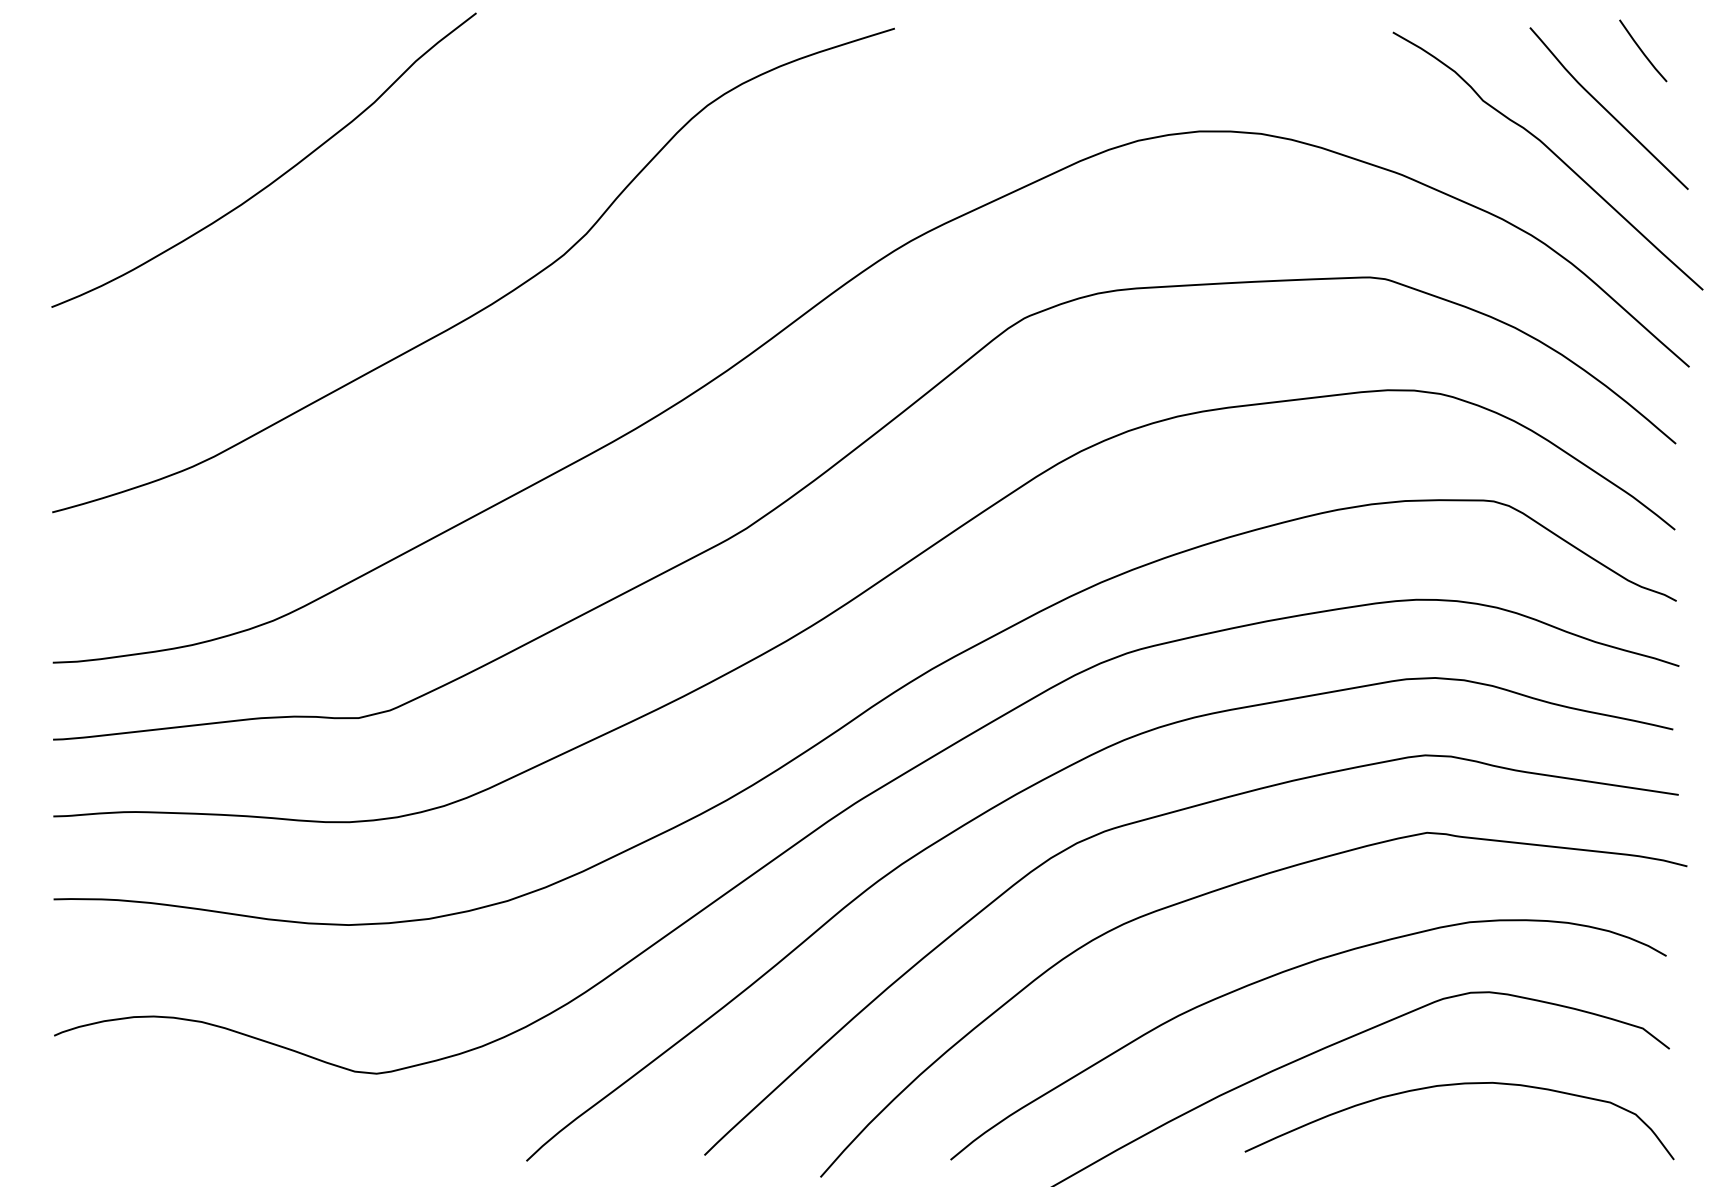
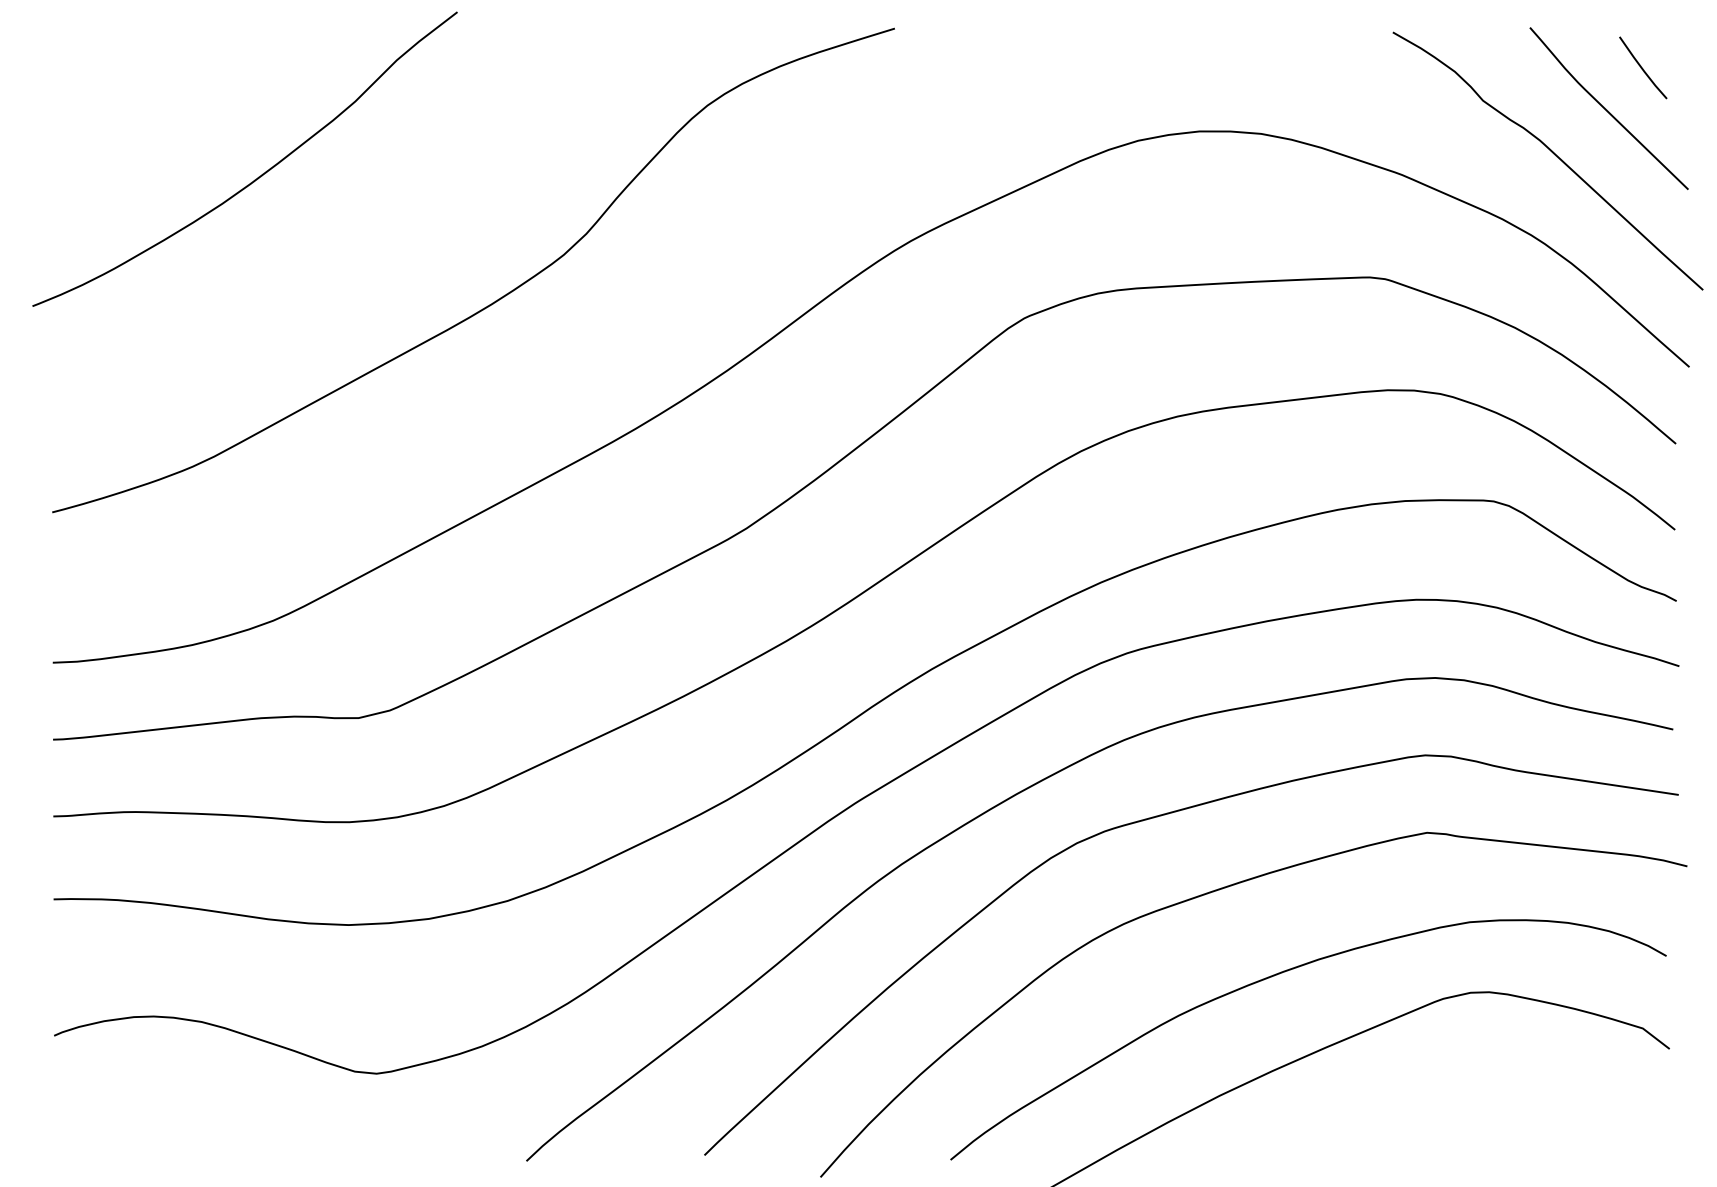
line at (1642, 50) position: (1642, 50) -> (1642, 67)
curve at (277, 177) position: (277, 177) -> (258, 176)
curve at (1456, 1085): present -> none
